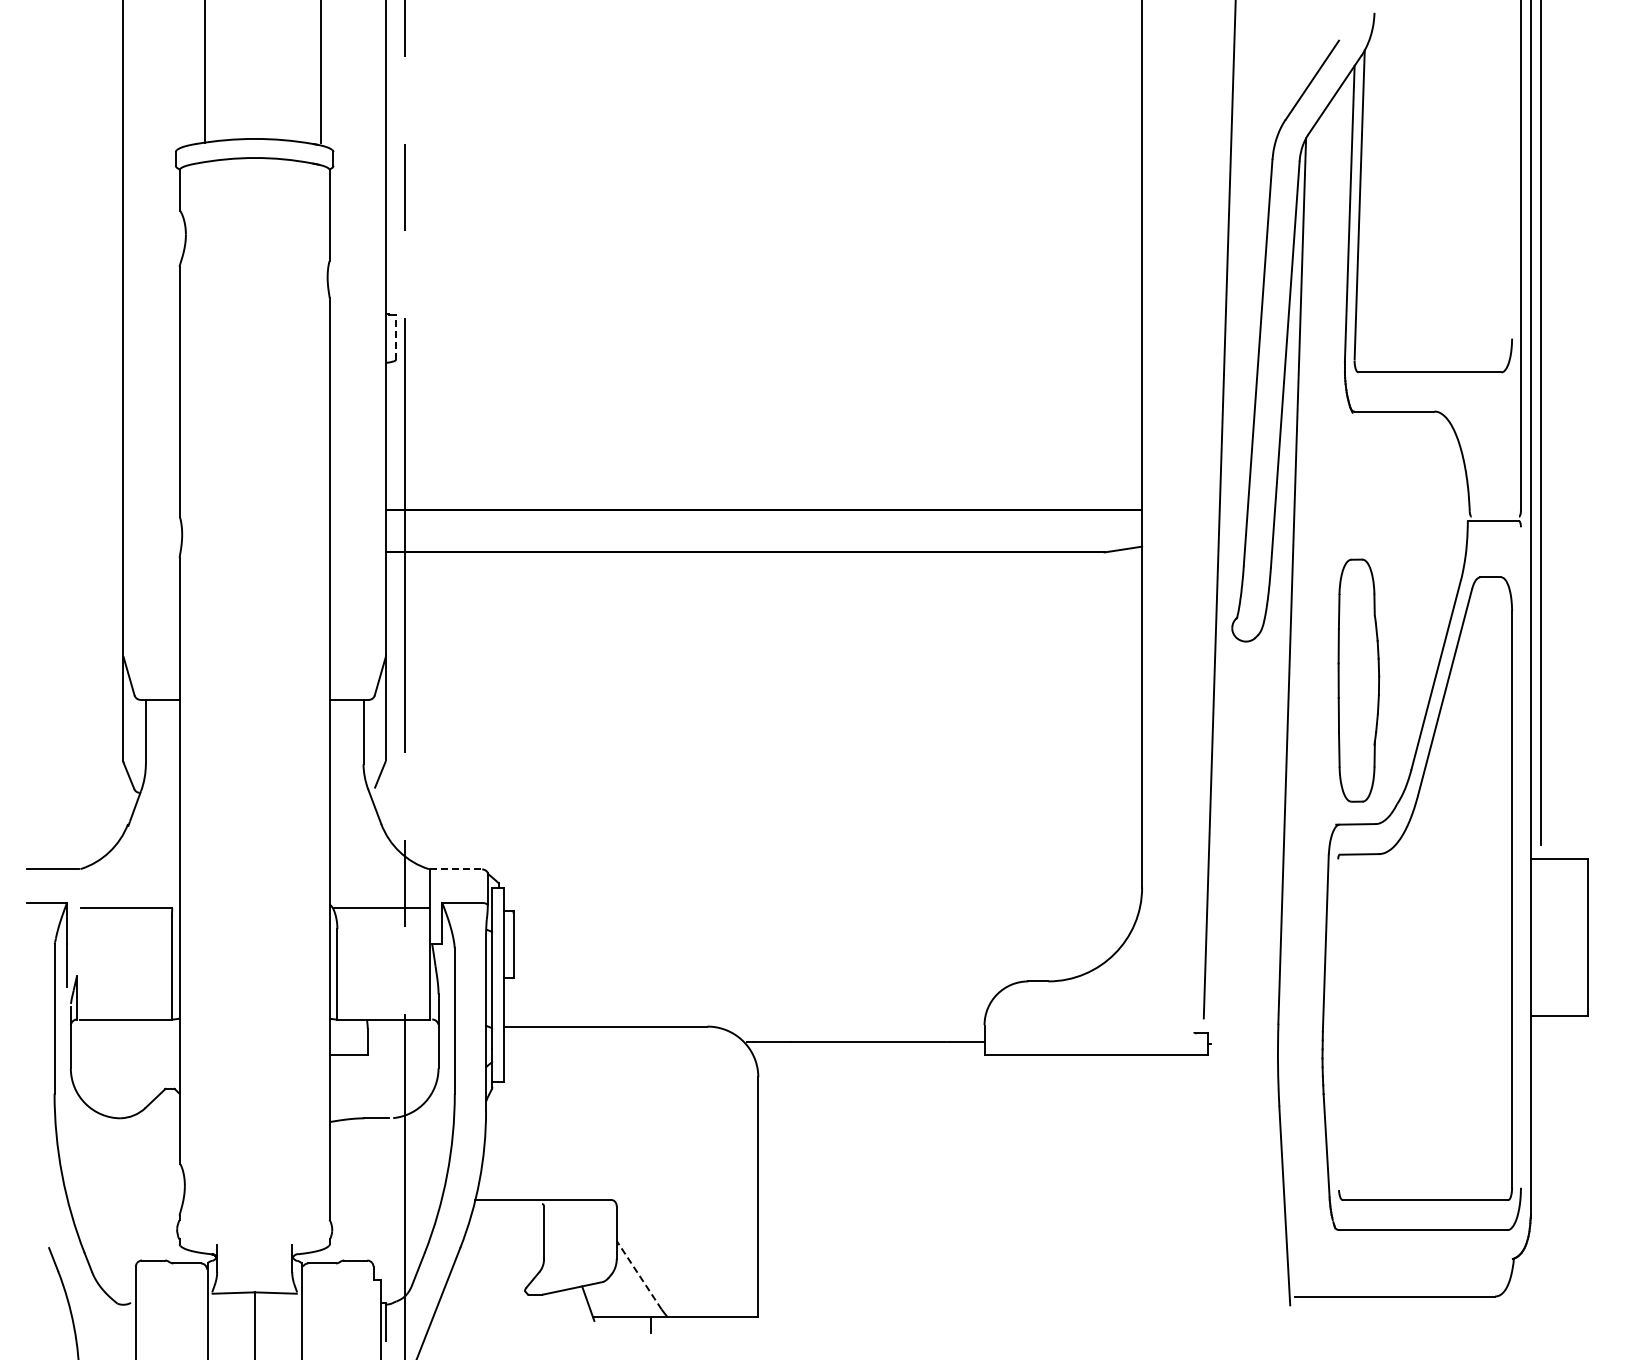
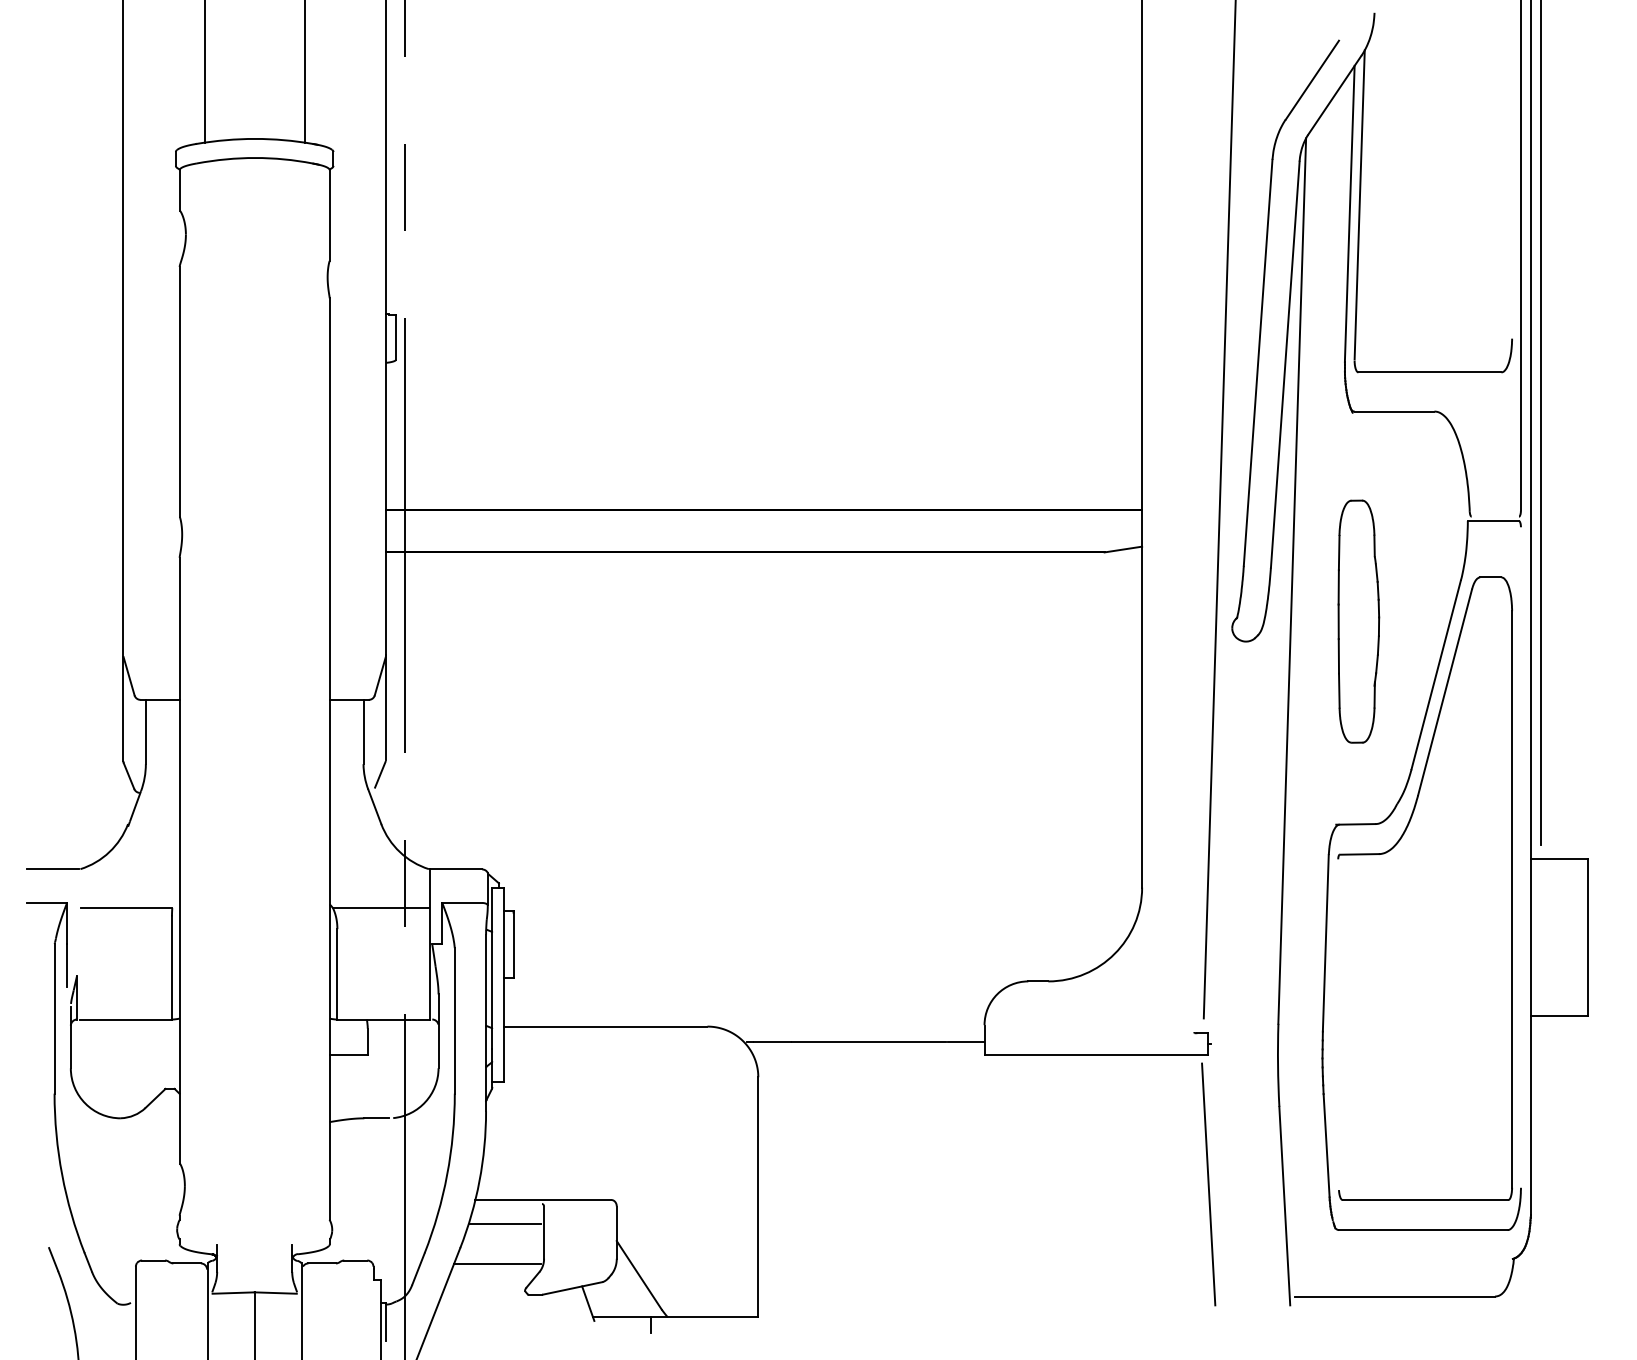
line at (320, 72) position: (320, 72) -> (304, 72)
line at (396, 336): dashed -> solid
part at (1358, 680) position: (1358, 680) -> (1358, 621)
line at (456, 869): dashed -> solid
line at (1208, 1184): none -> present
line at (504, 1224): none -> present
line at (497, 1264): none -> present
line at (639, 1275): dashed -> solid
